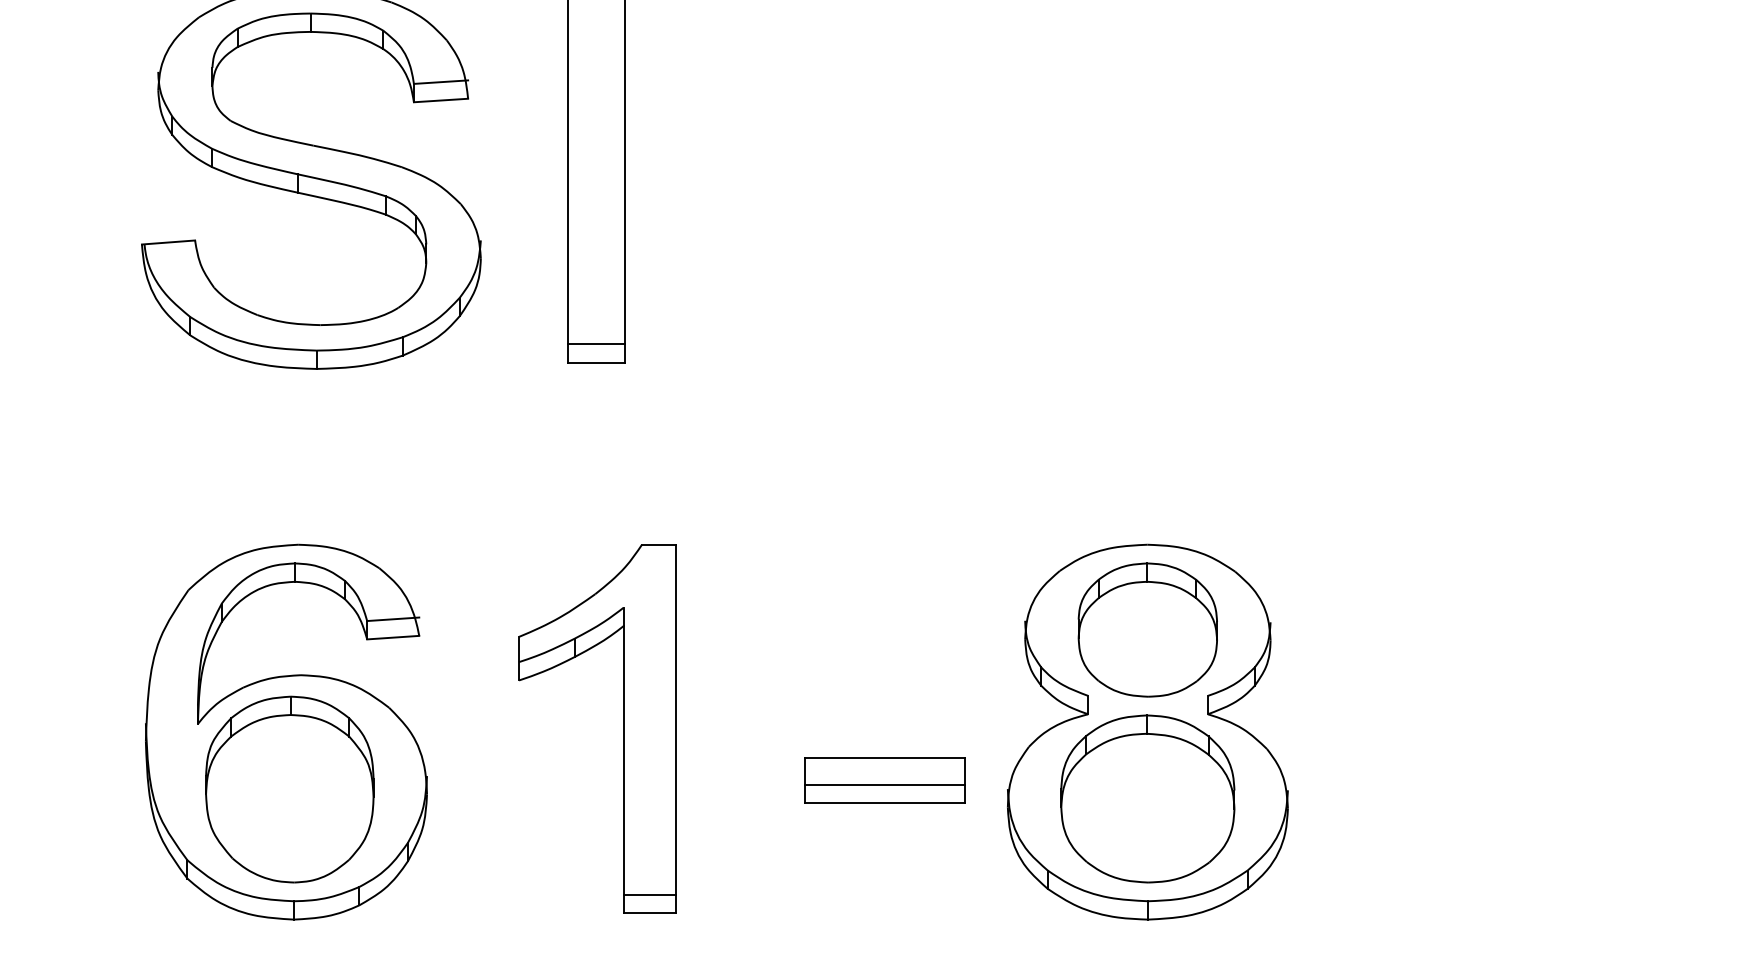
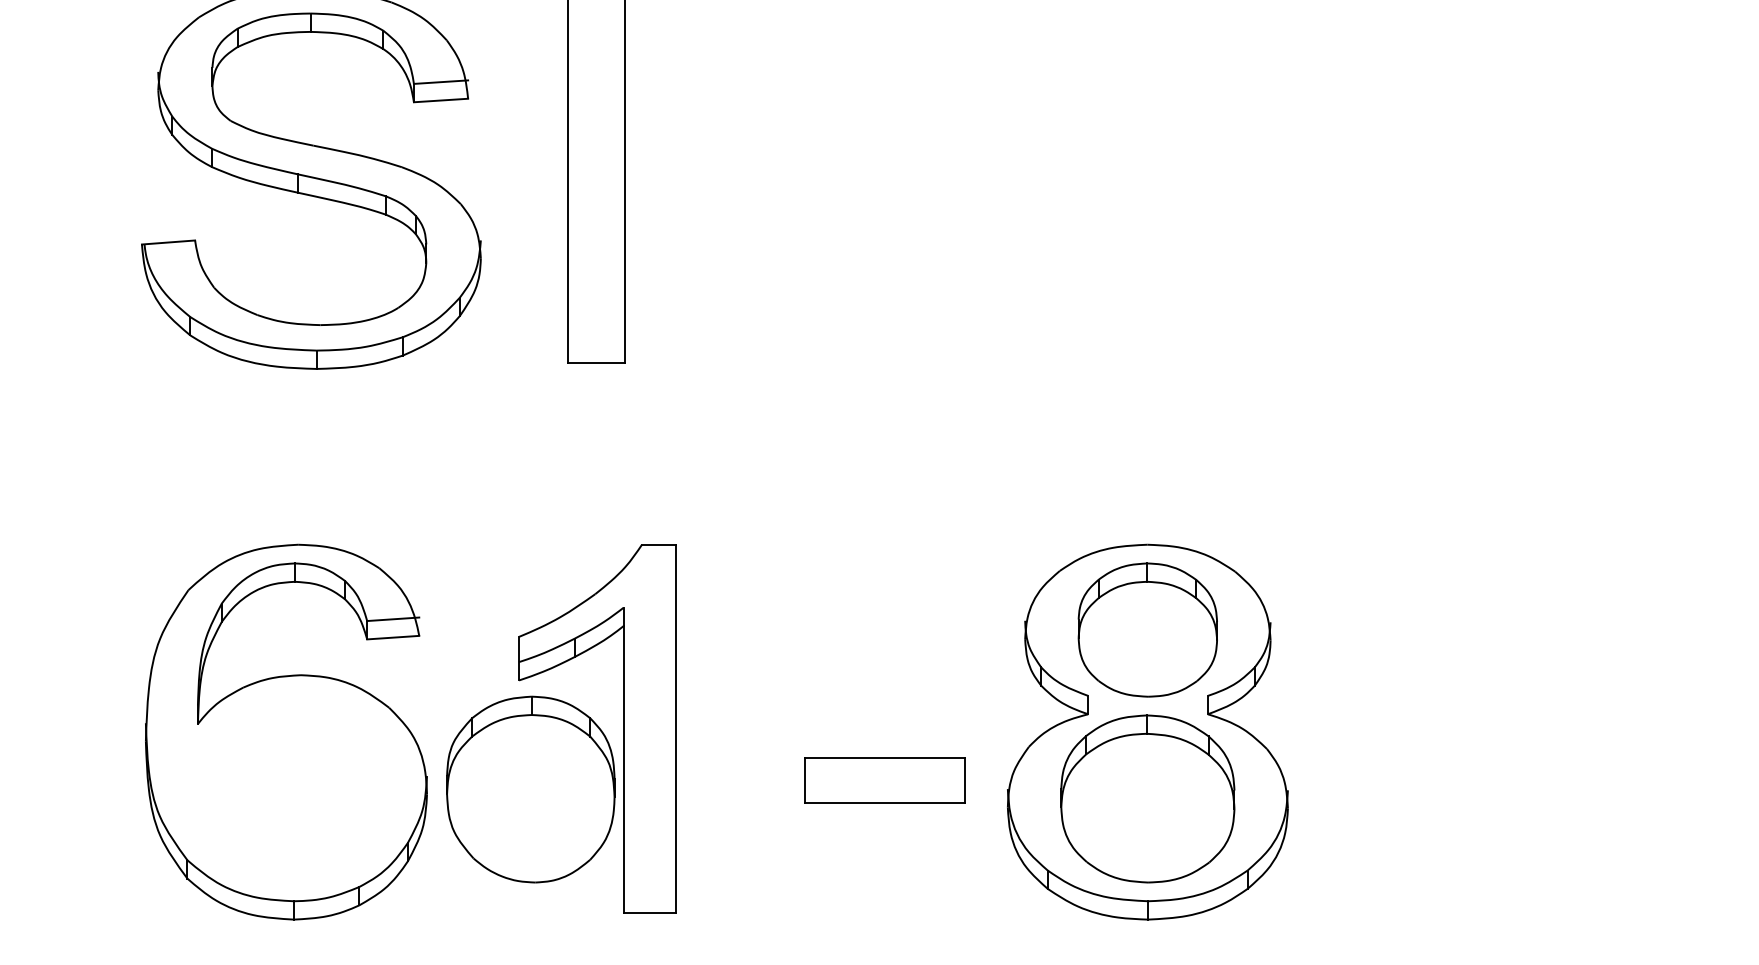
line at (596, 344): present -> none
line at (884, 784): present -> none
part at (289, 789) position: (289, 789) -> (530, 789)
line at (649, 894): present -> none
